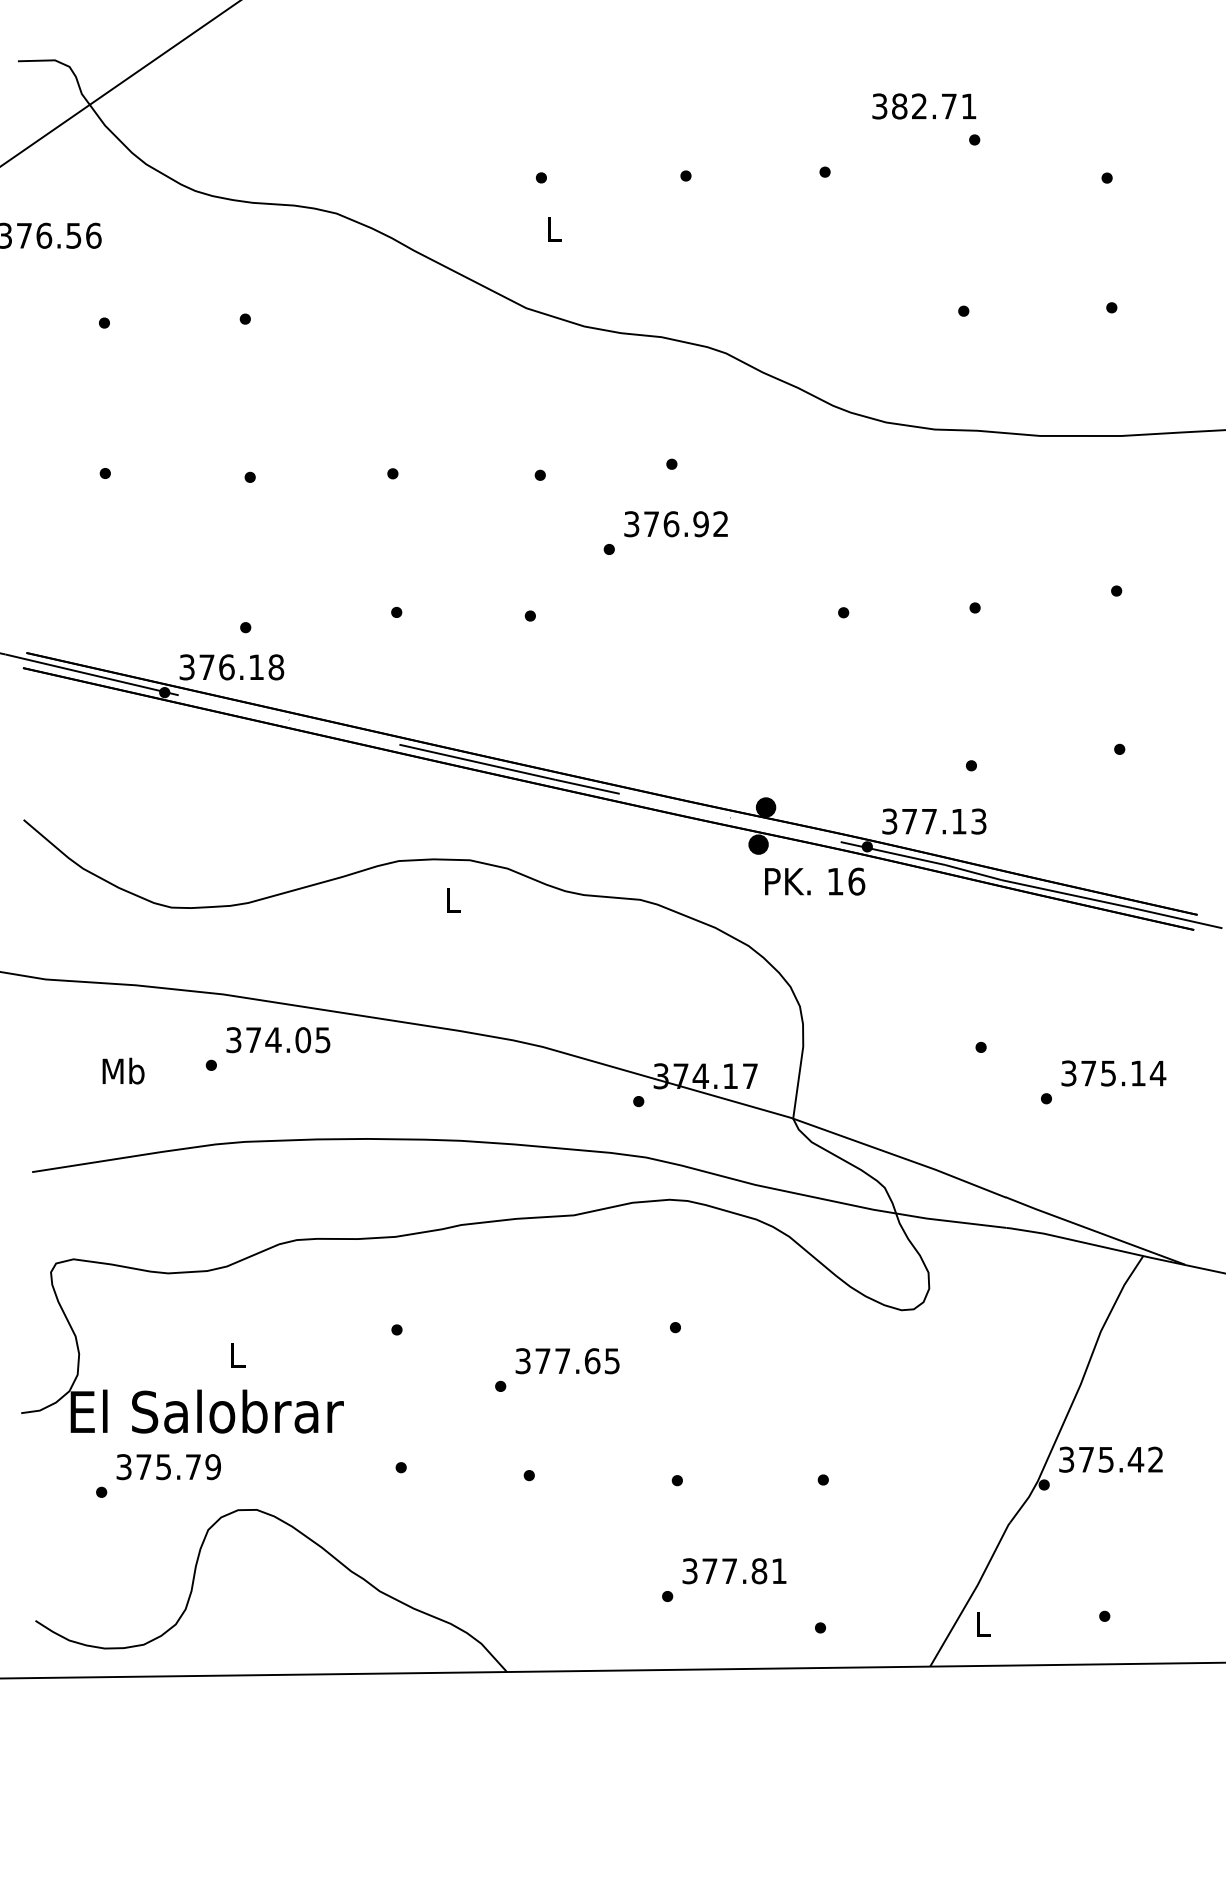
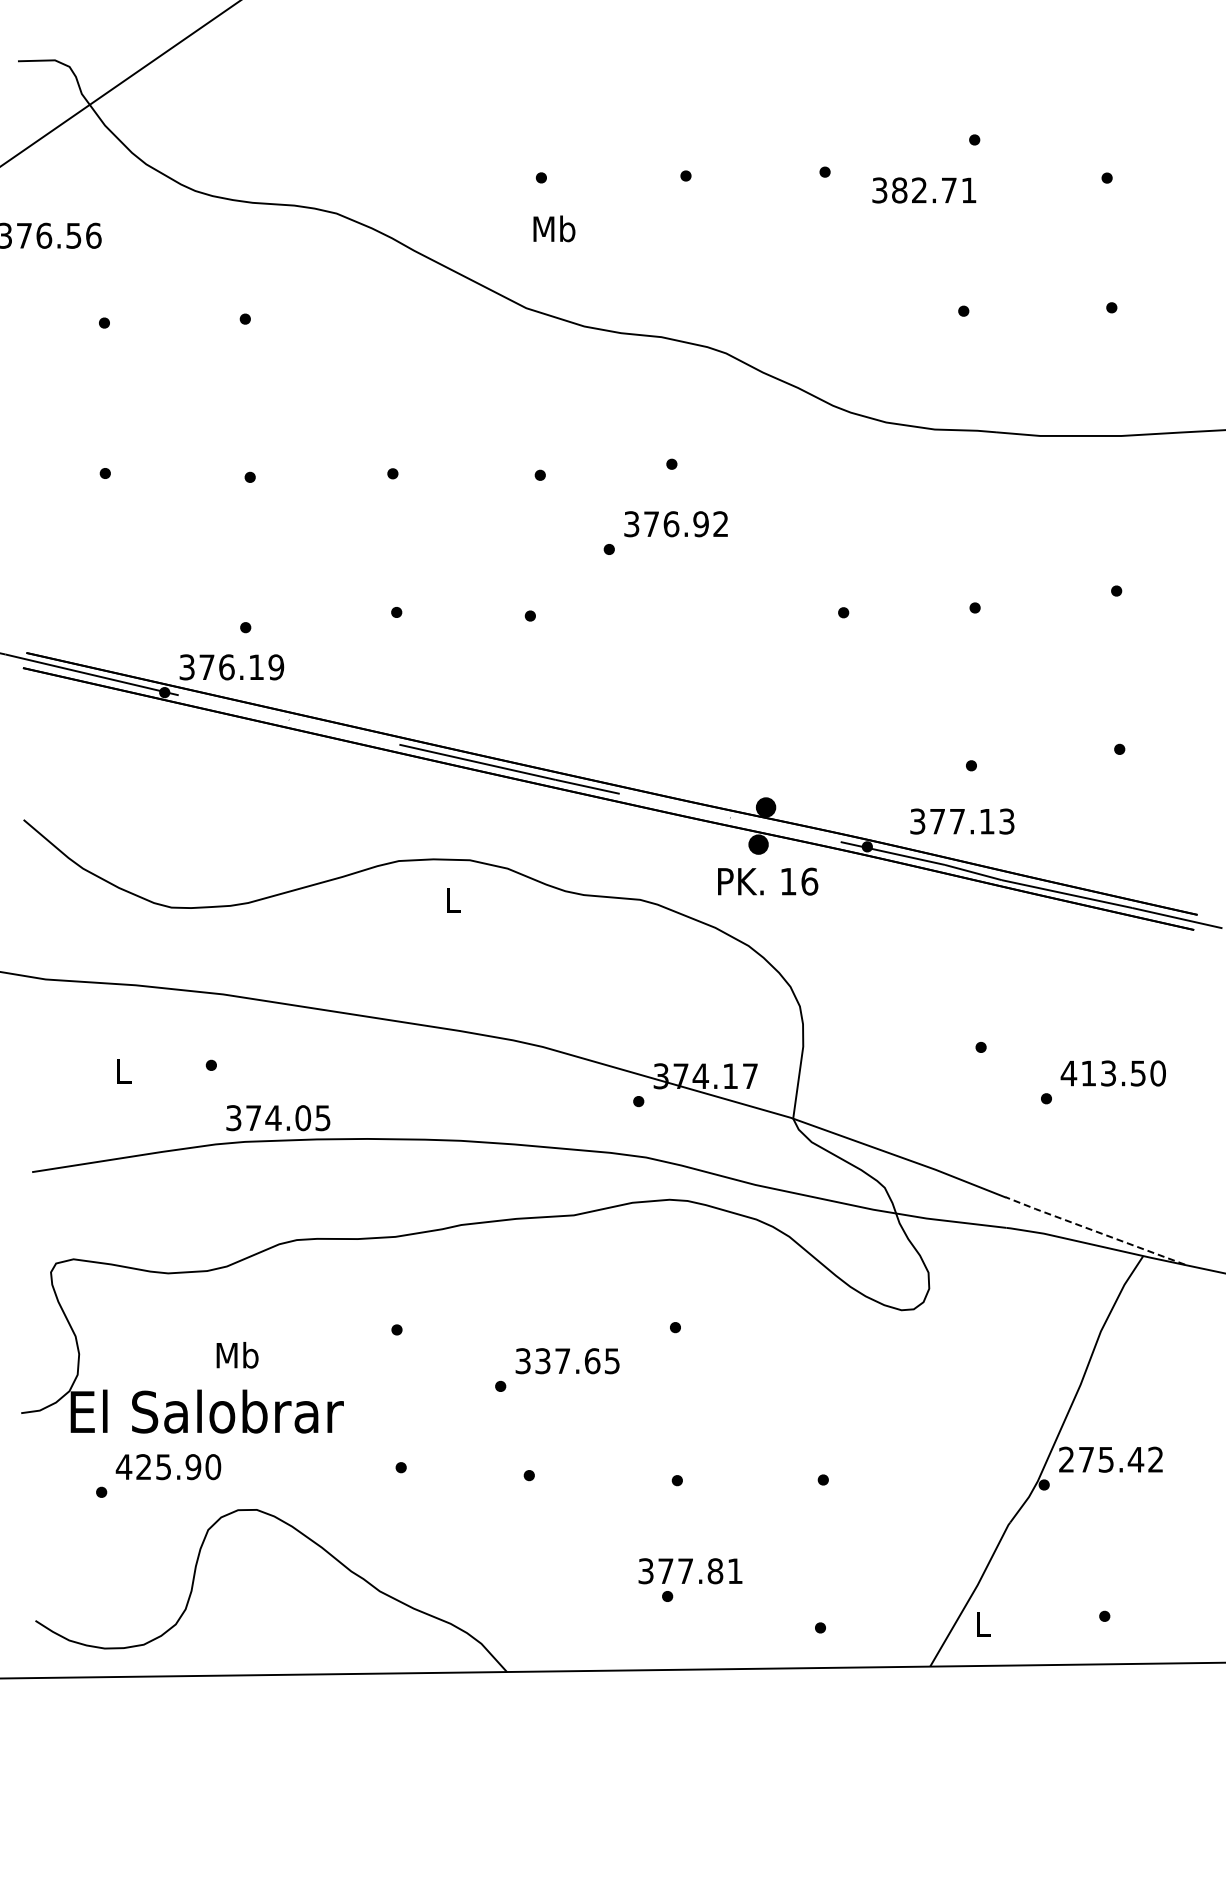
text at (924, 106) position: (924, 106) -> (924, 190)
text at (554, 228): L -> Mb
text at (276, 667): 376.18 -> 376.19
text at (934, 821) position: (934, 821) -> (962, 821)
text at (815, 881) position: (815, 881) -> (768, 881)
text at (278, 1040) position: (278, 1040) -> (278, 1118)
text at (123, 1070): Mb -> L
text at (1113, 1073): 375.14 -> 413.50
line at (1094, 1230): solid -> dashed
text at (237, 1355): L -> Mb
text at (542, 1361): 377.65 -> 337.65
text at (1066, 1459): 375.42 -> 275.42
text at (168, 1467): 375.79 -> 425.90
text at (734, 1571) position: (734, 1571) -> (690, 1571)
